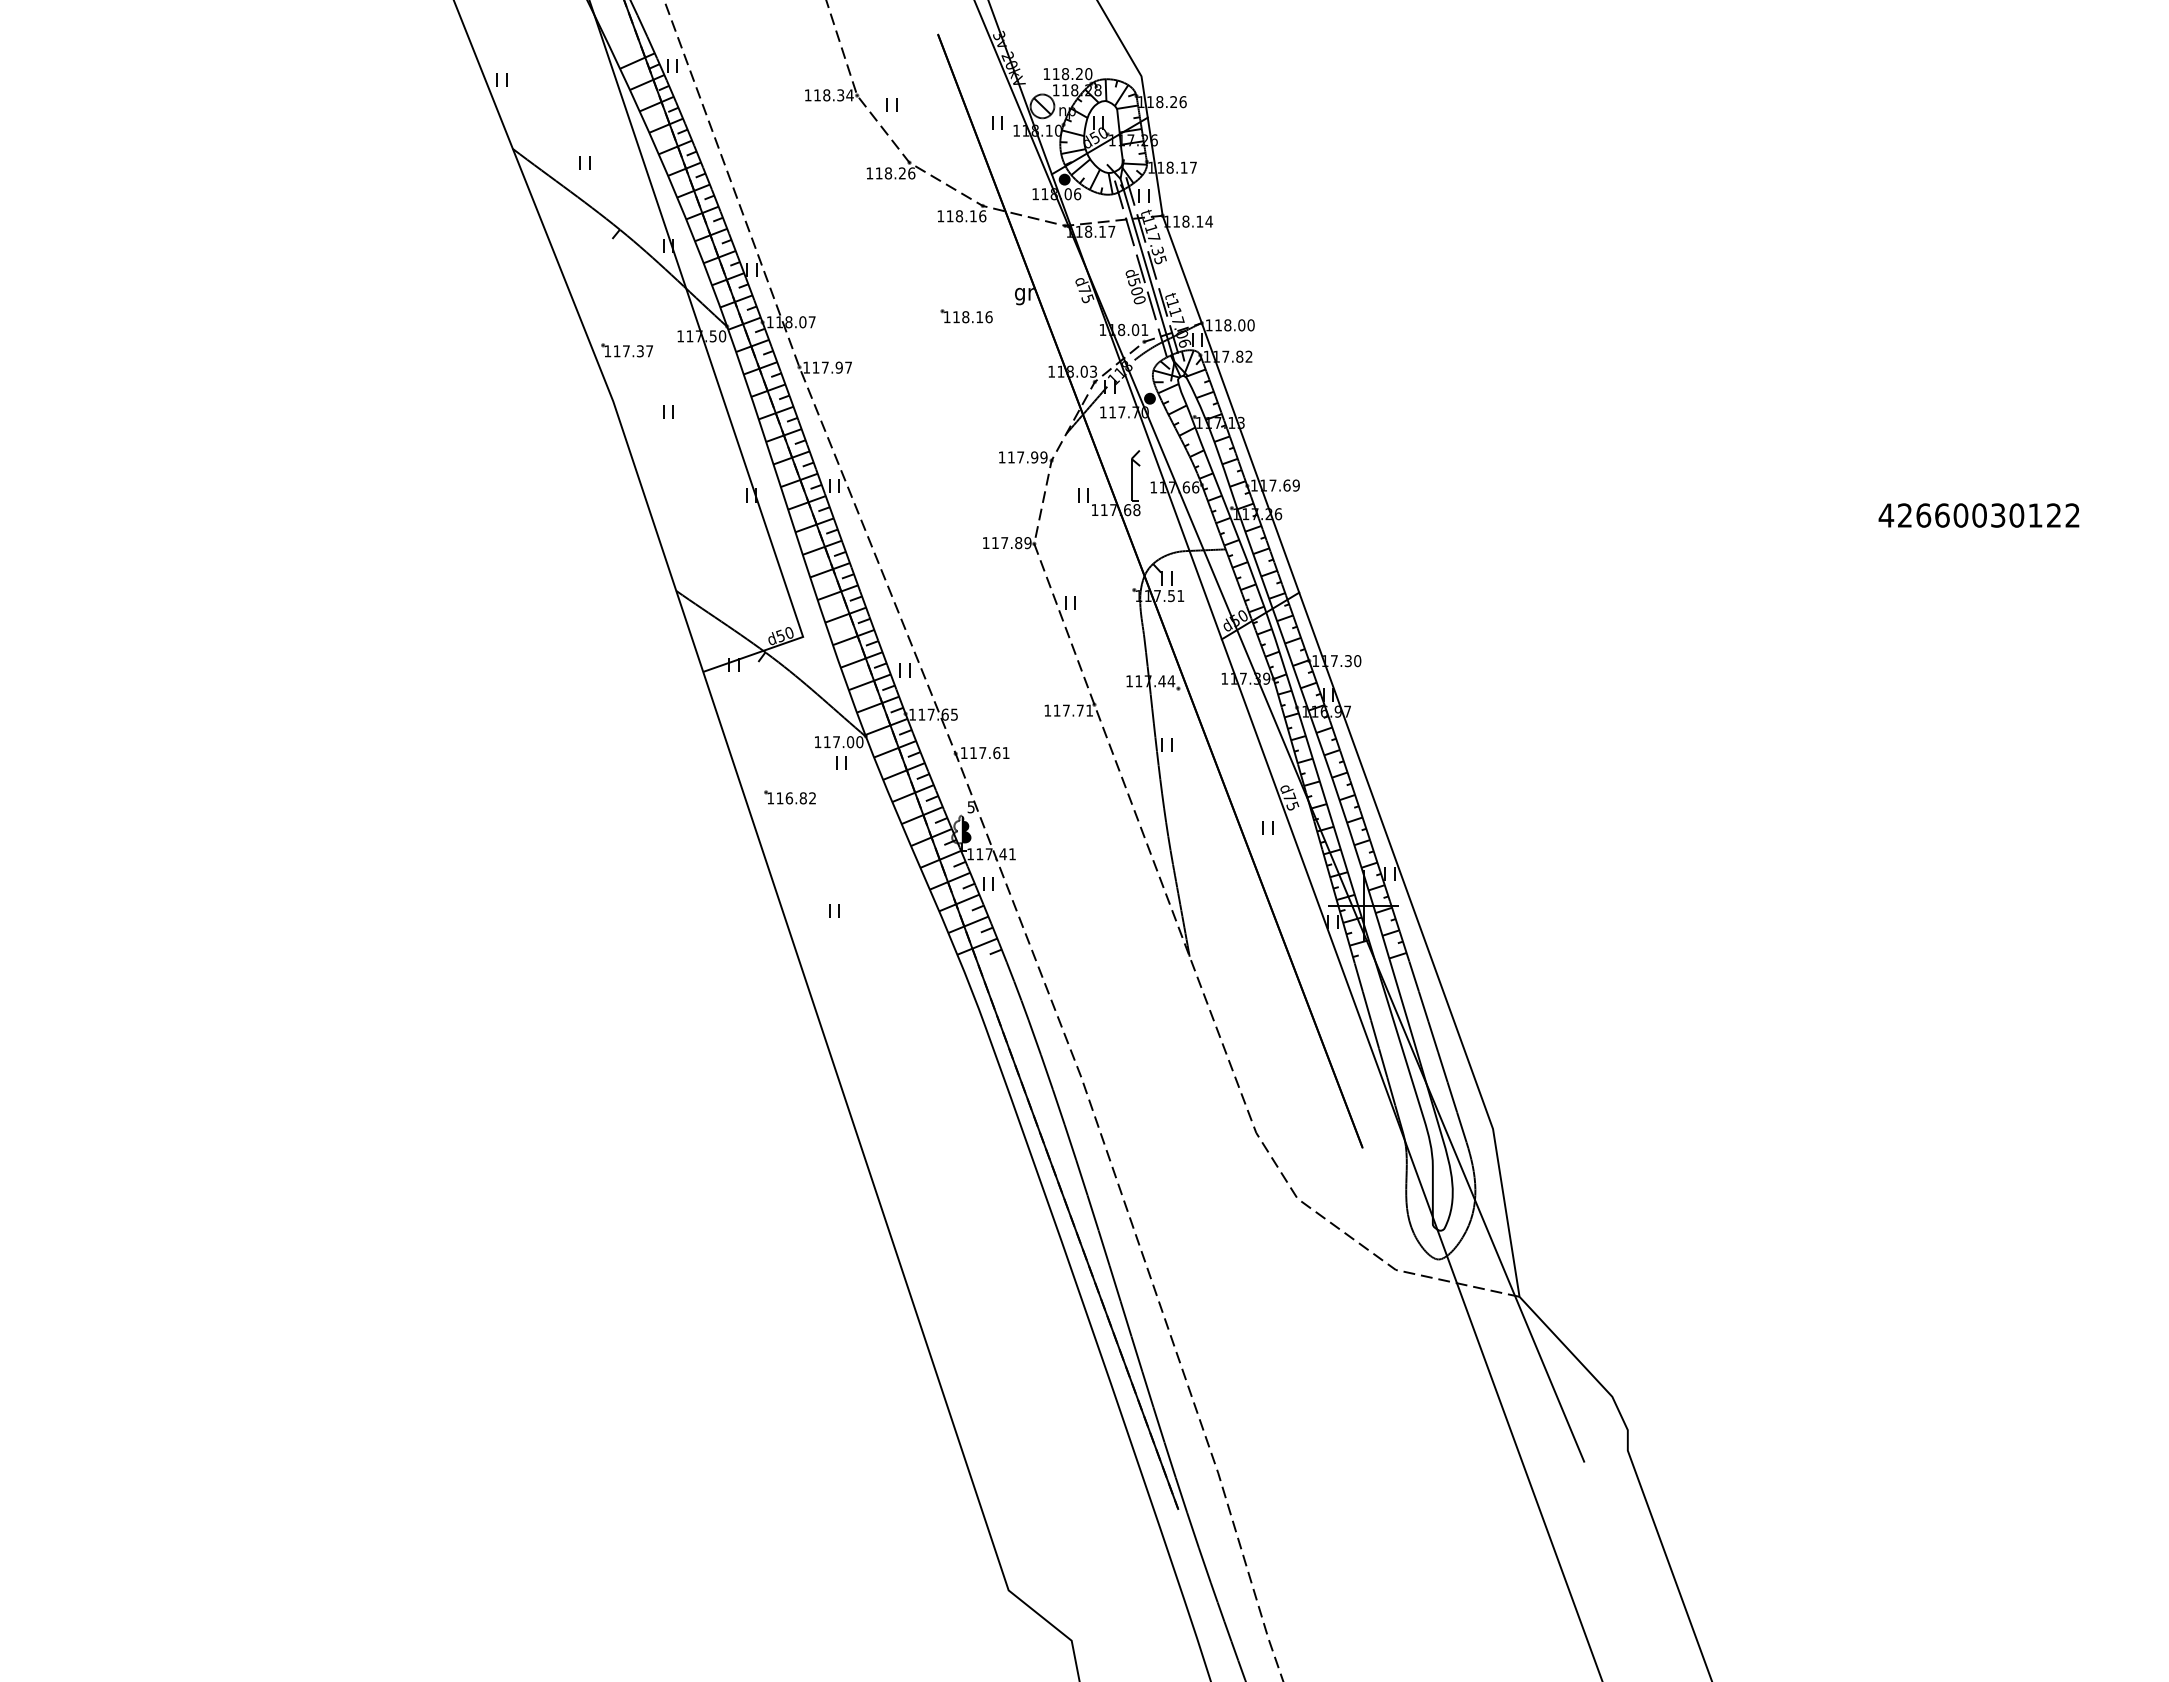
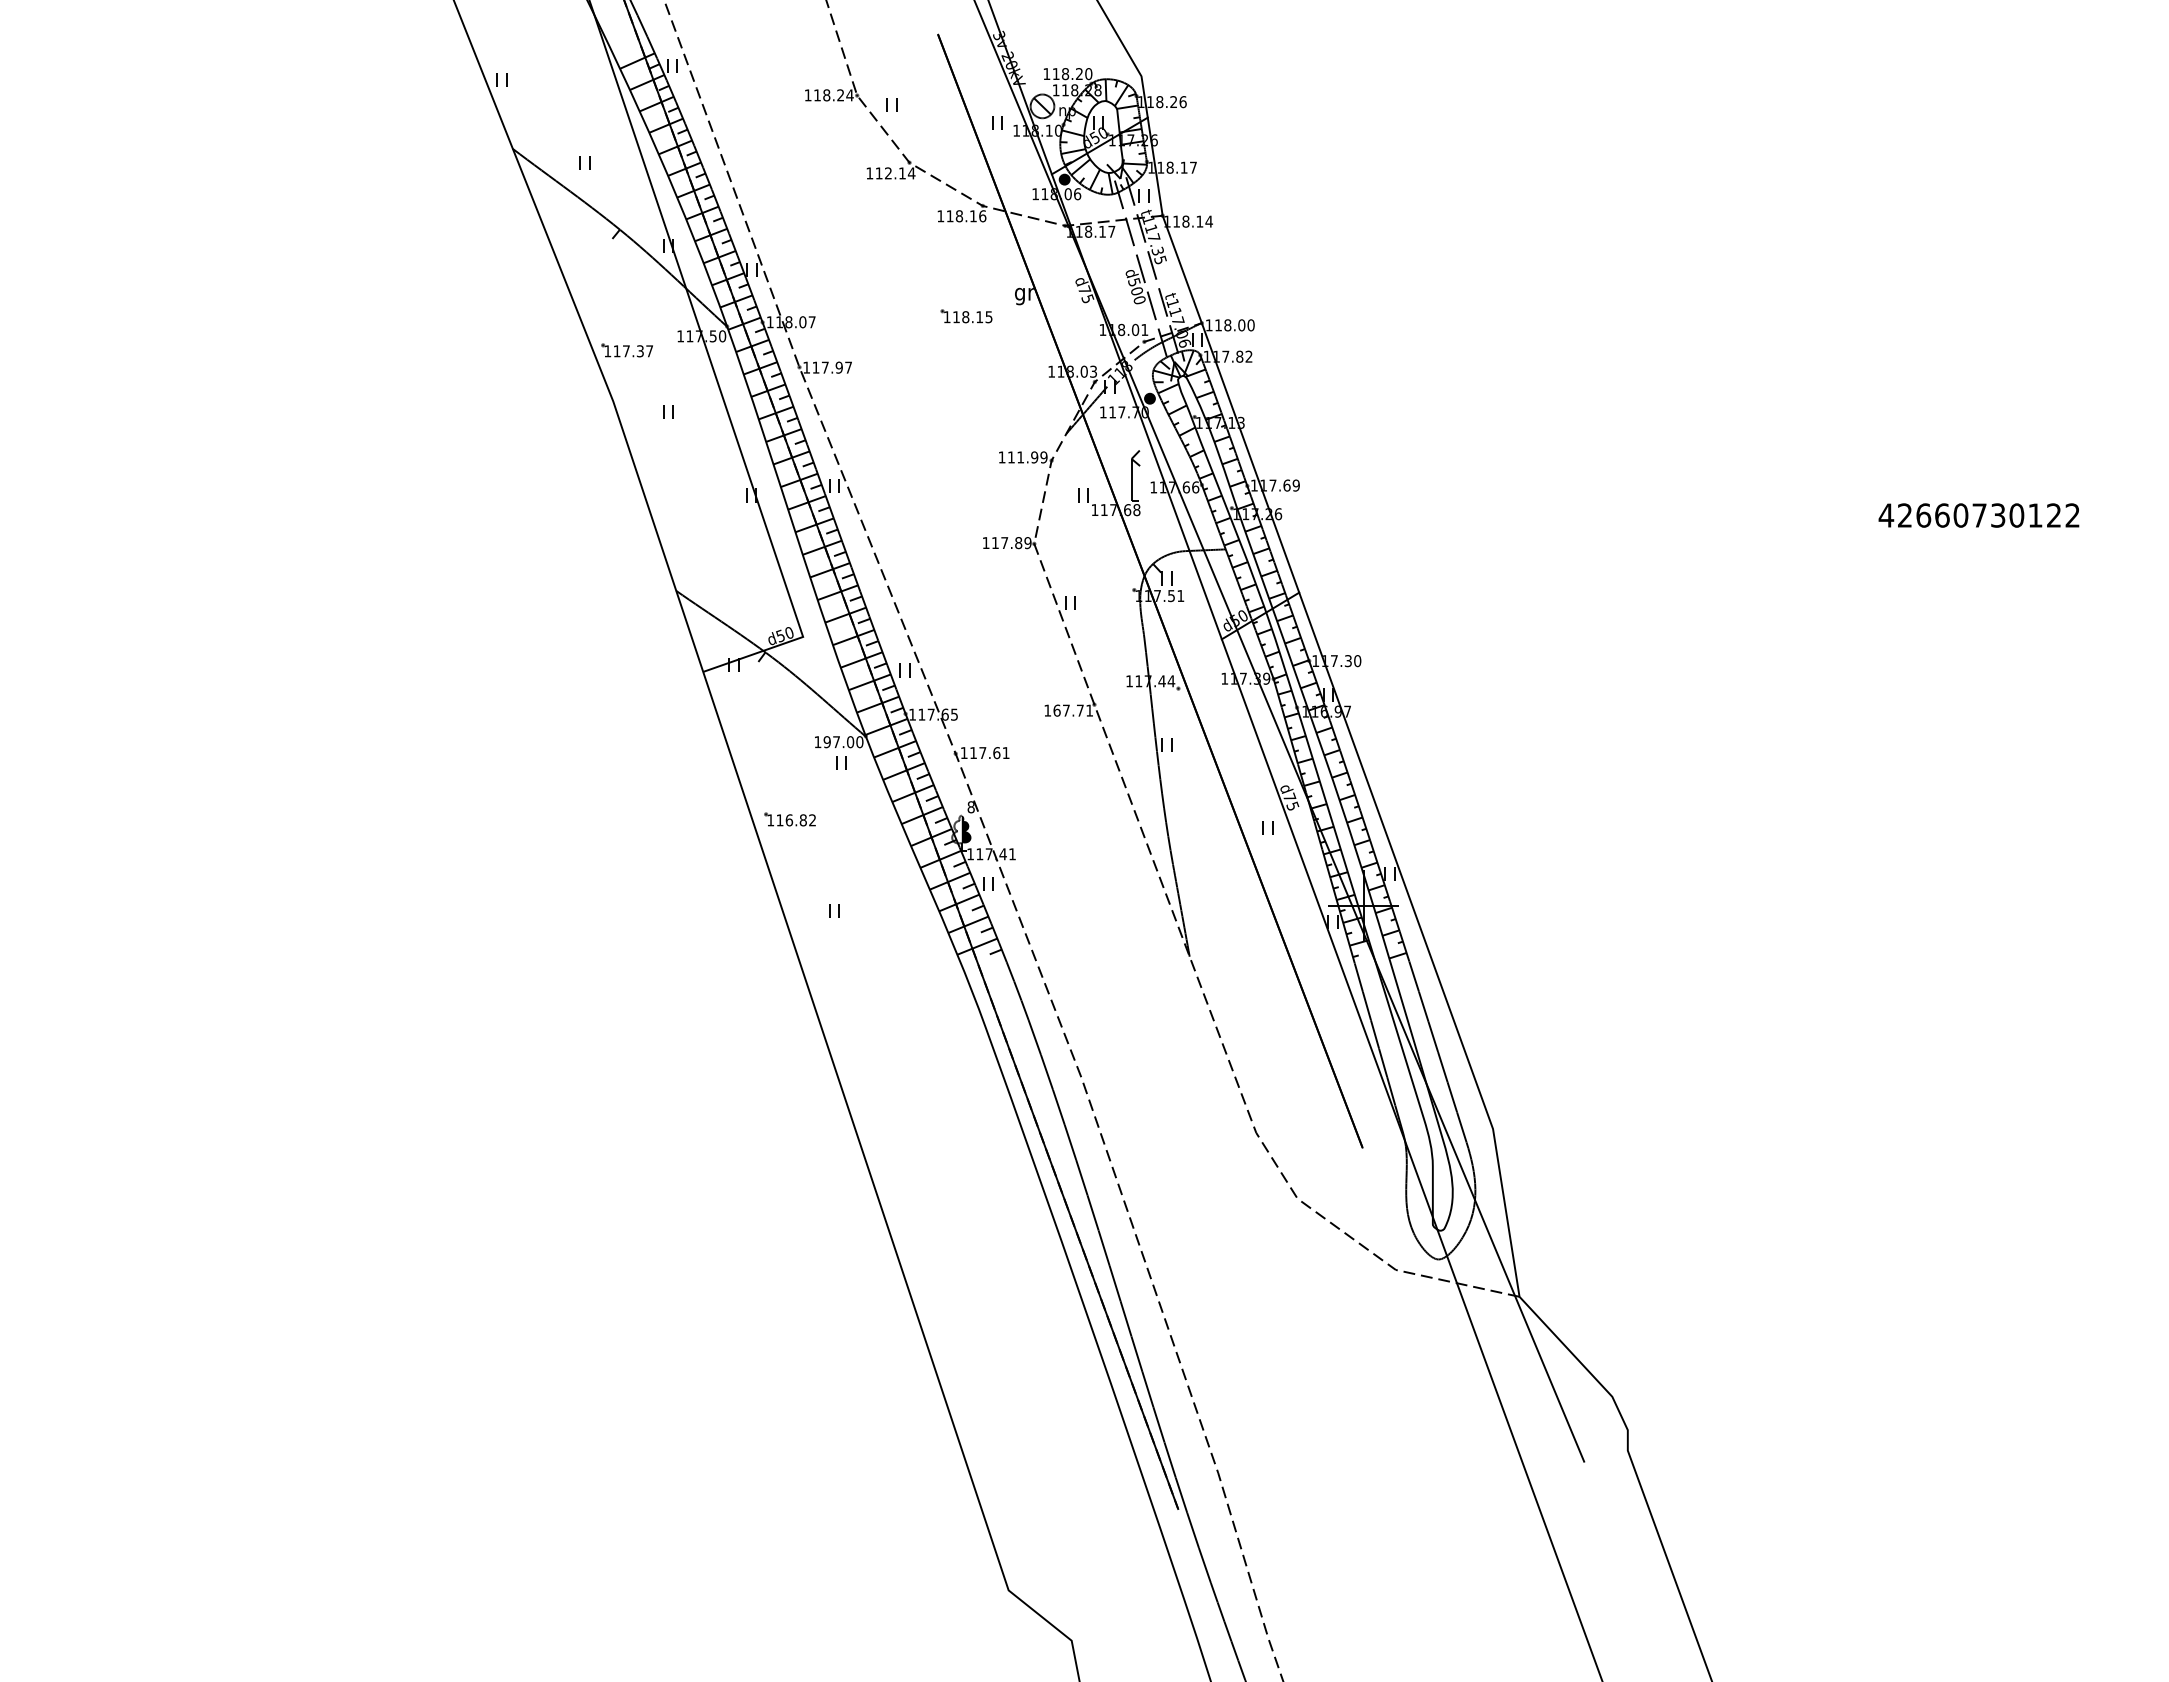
text at (840, 95): 118.34 -> 118.24
text at (899, 173): 118.26 -> 112.14
line at (1147, 269): present -> none
text at (988, 317): 118.16 -> 118.15
text at (1020, 457): 117.99 -> 111.99
text at (1979, 515): 42660030122 -> 42660730122
text at (1056, 710): 117.71 -> 167.71
text at (826, 742): 117.00 -> 197.00
part at (789, 797) position: (789, 797) -> (789, 819)
text at (970, 807): 5 -> 8
